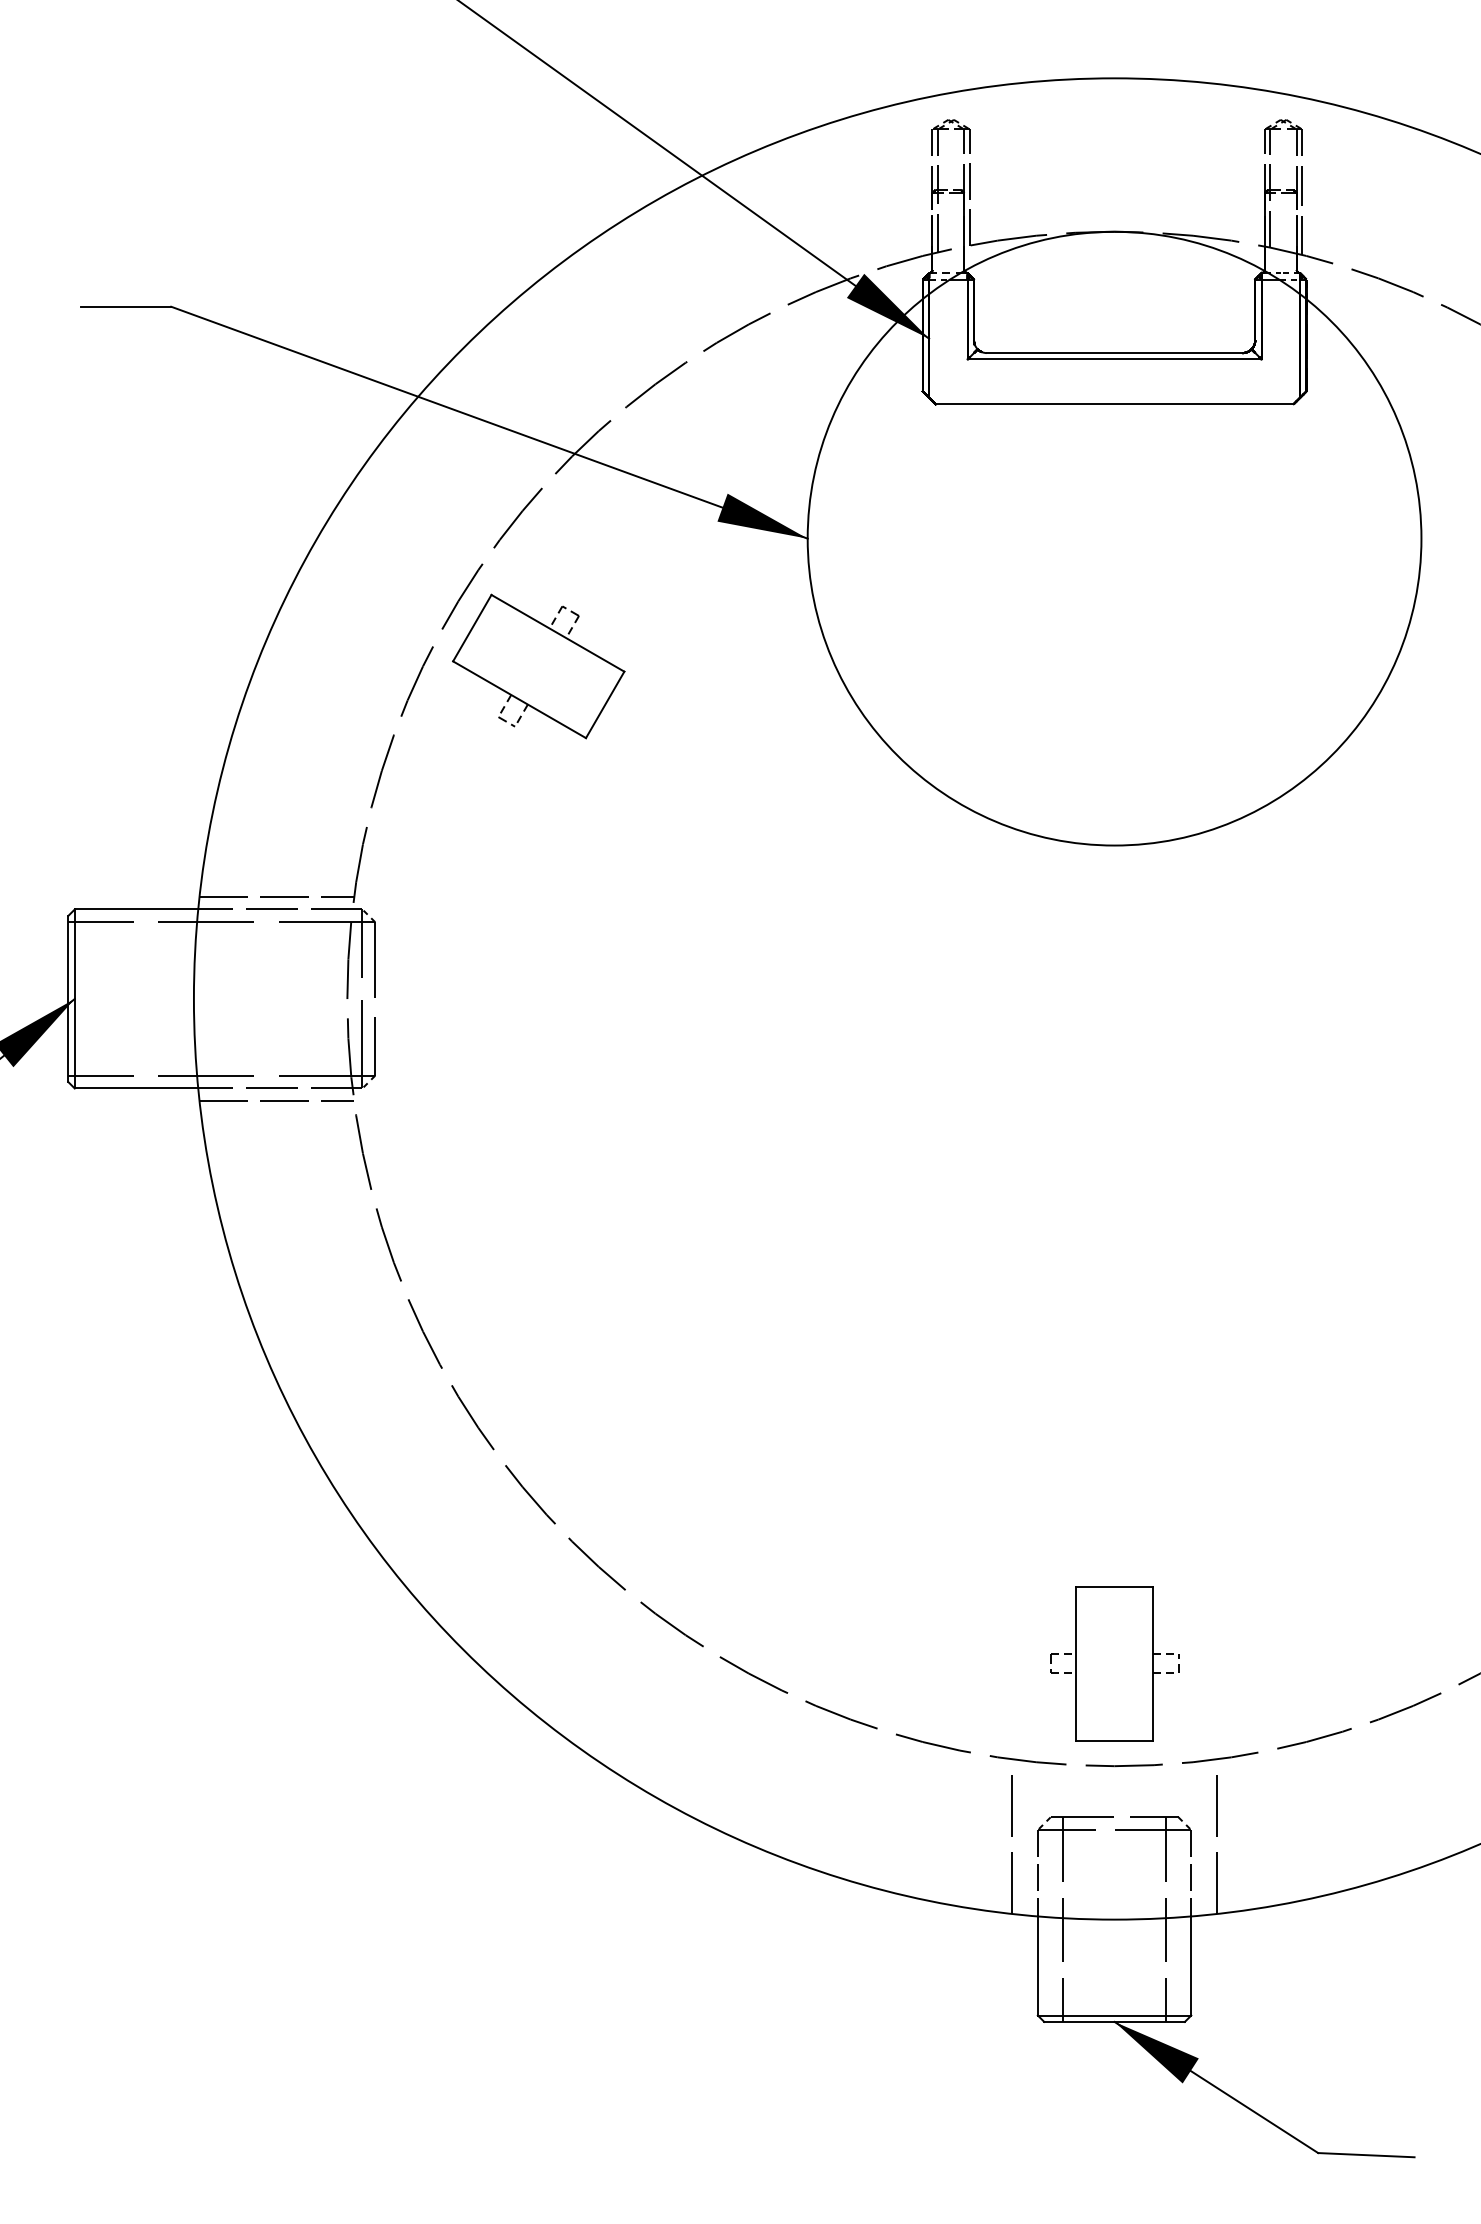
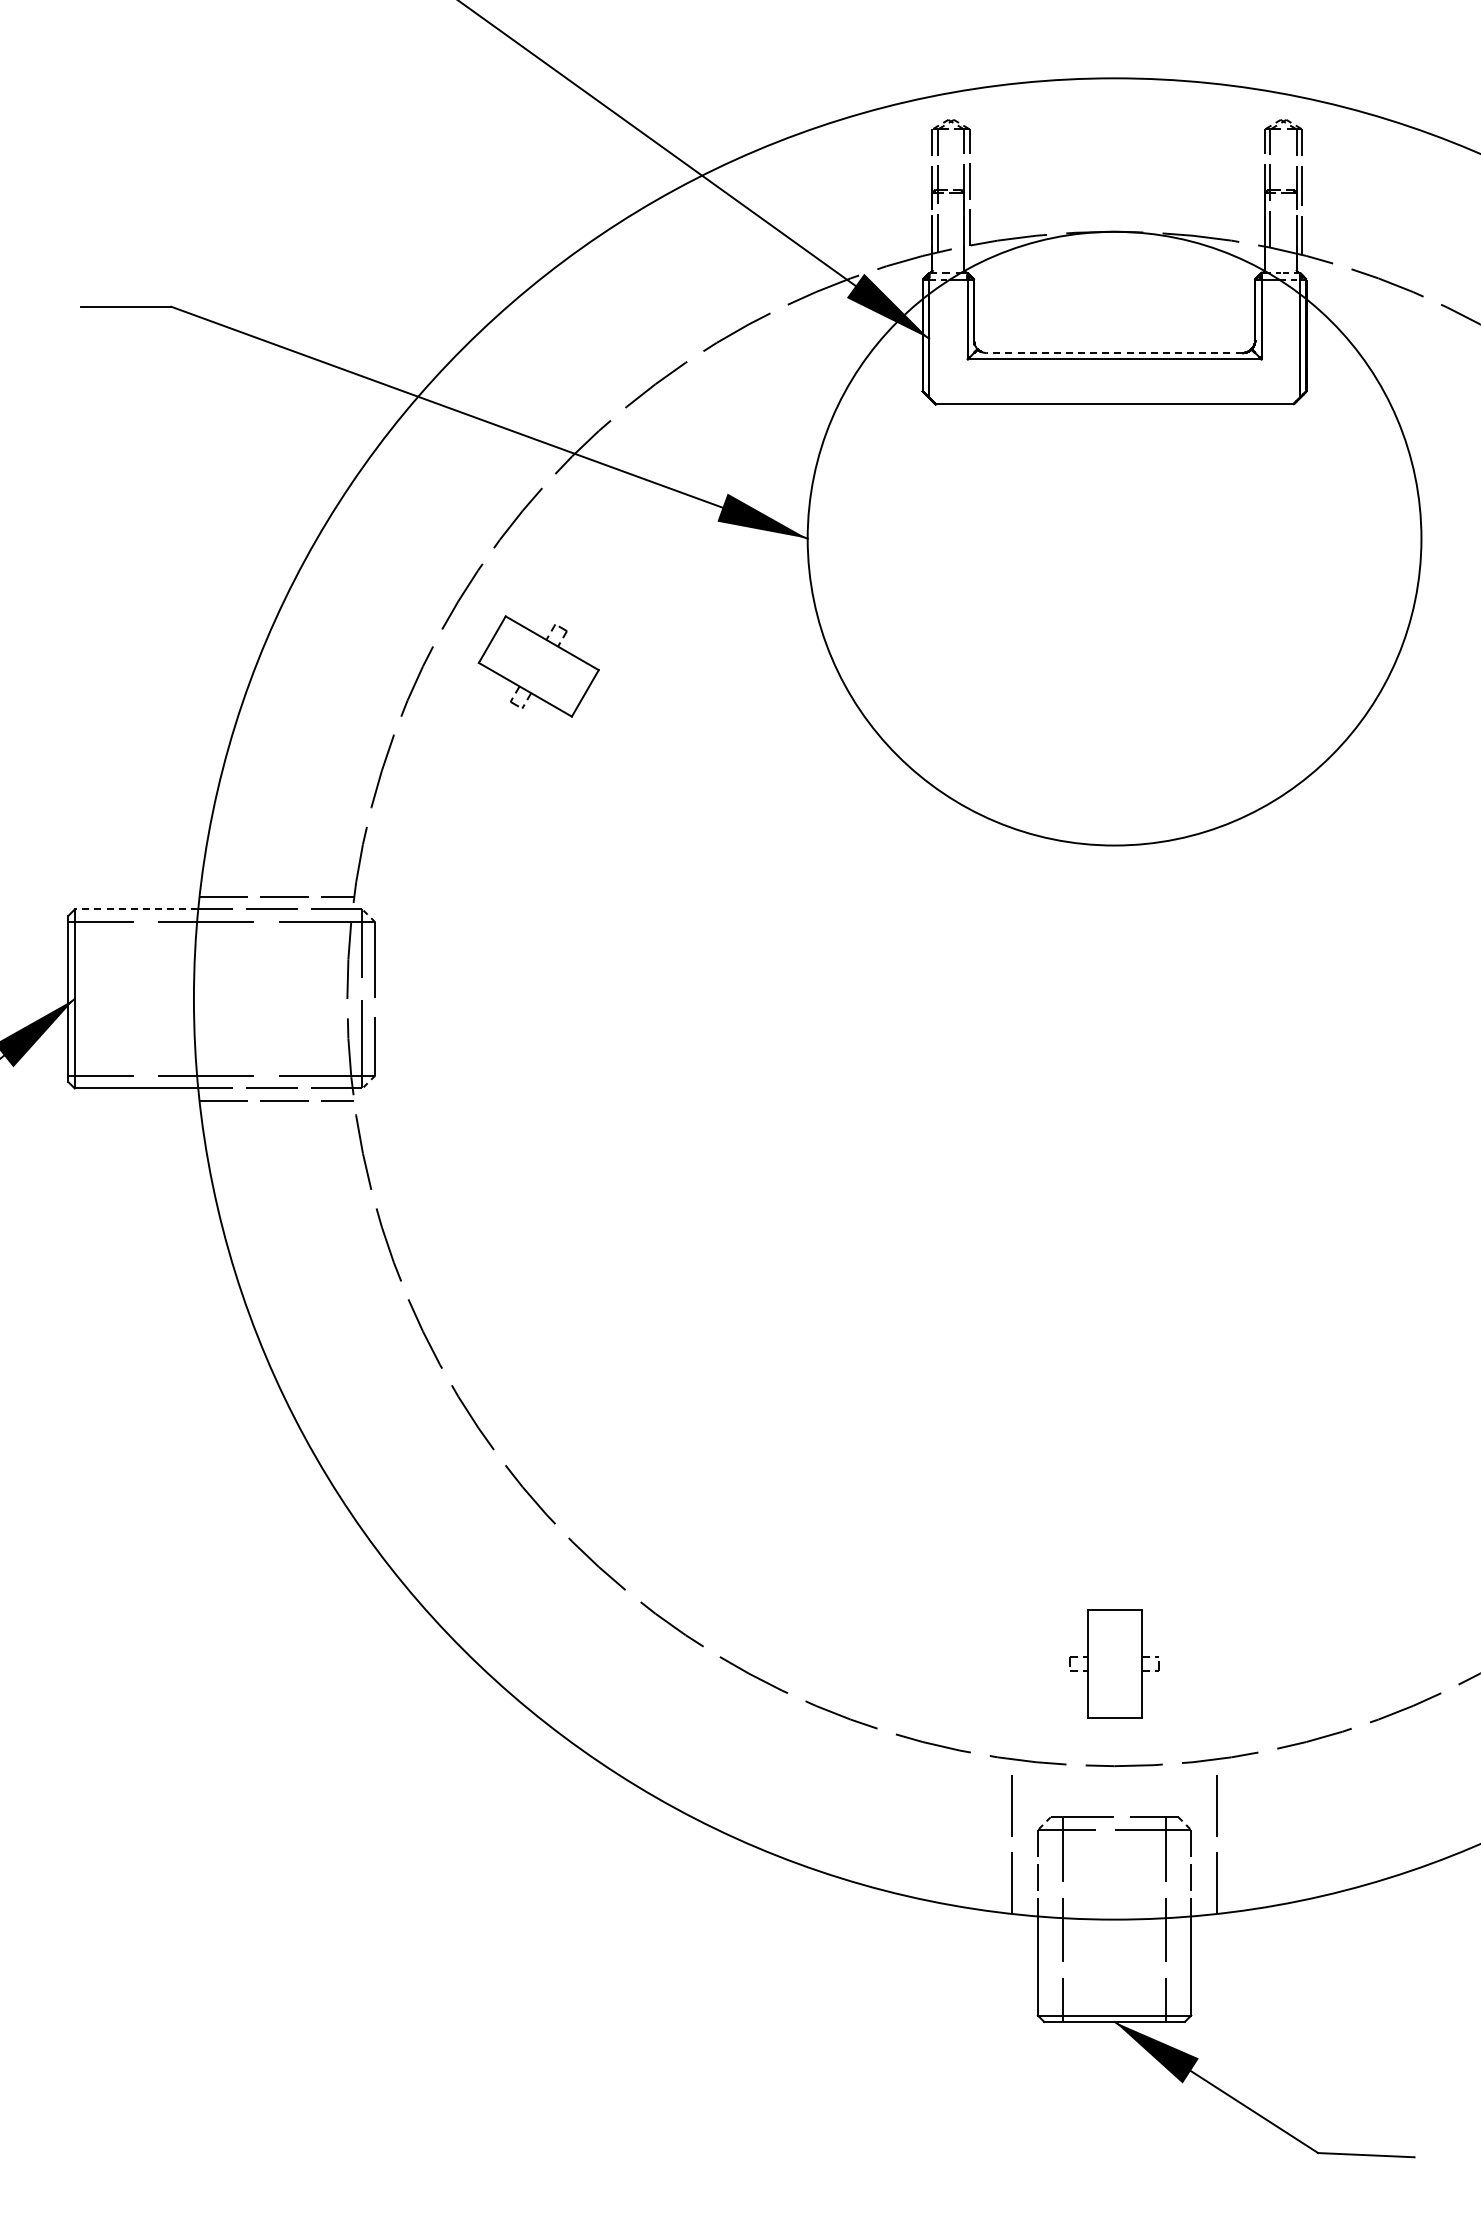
line at (1114, 353): solid -> dashed
part at (538, 666) size: 174x147 px -> 123x103 px
line at (136, 909): solid -> dashed
part at (1114, 1663) size: 130x156 px -> 91x110 px
